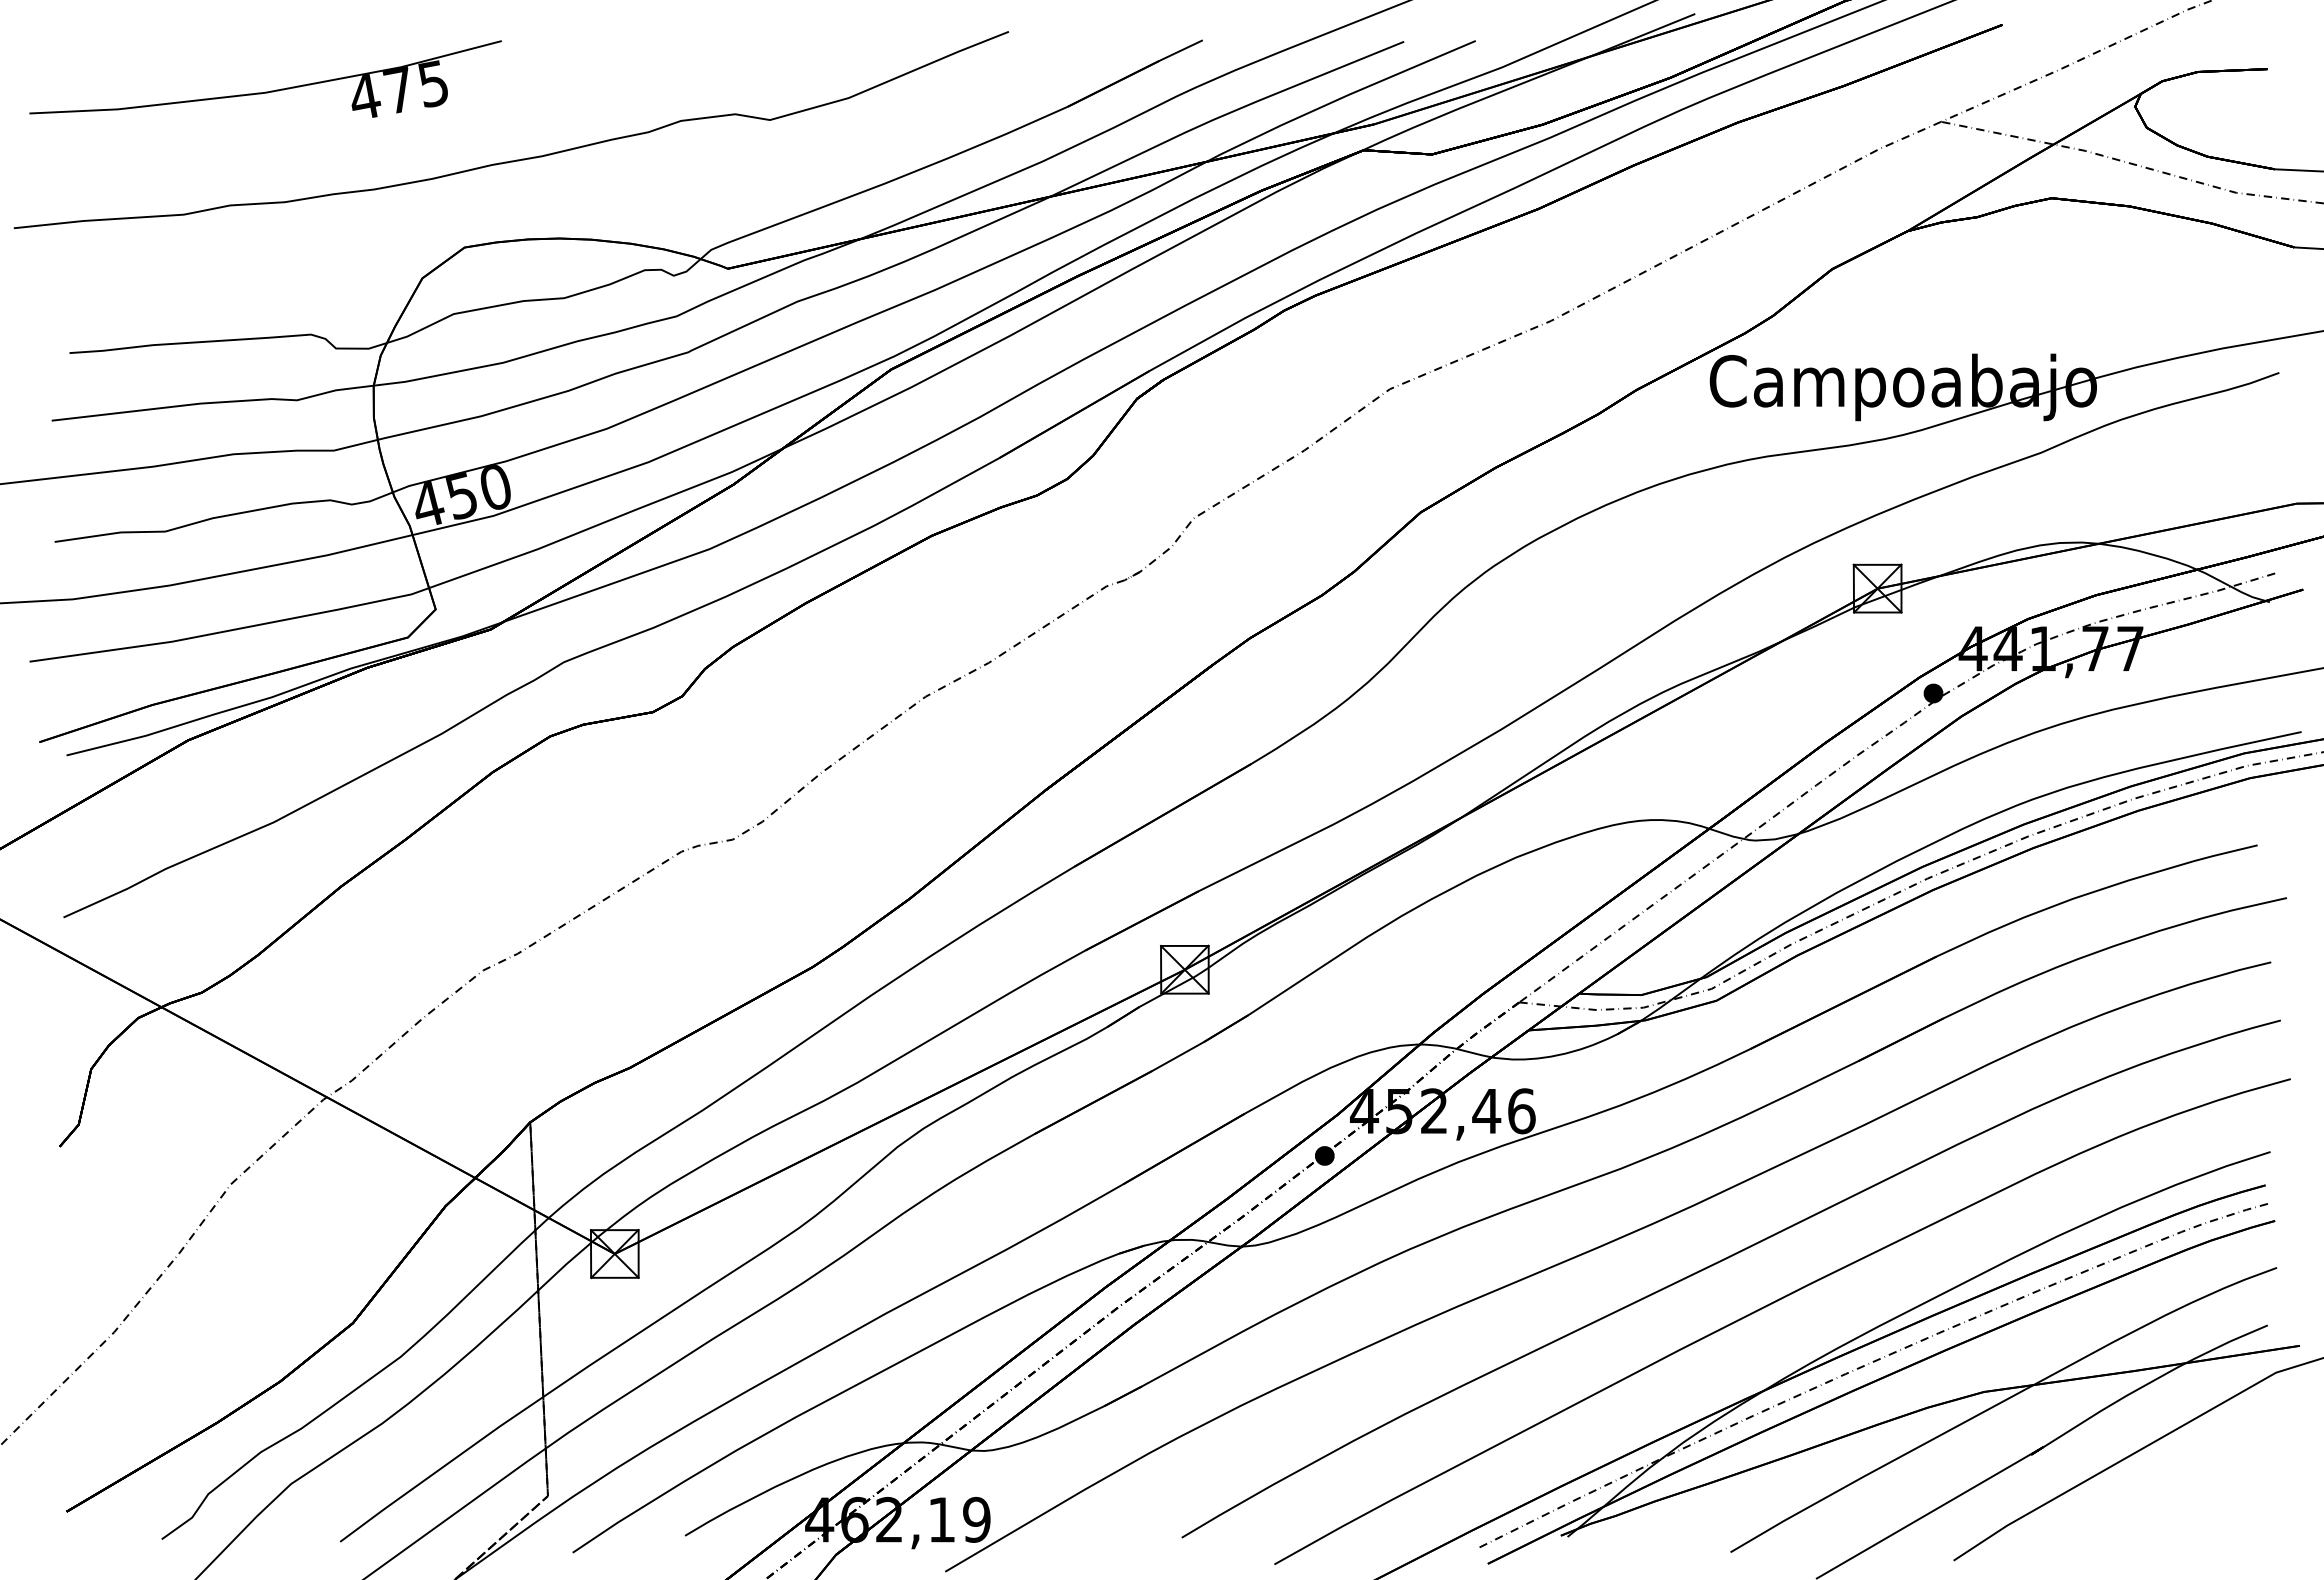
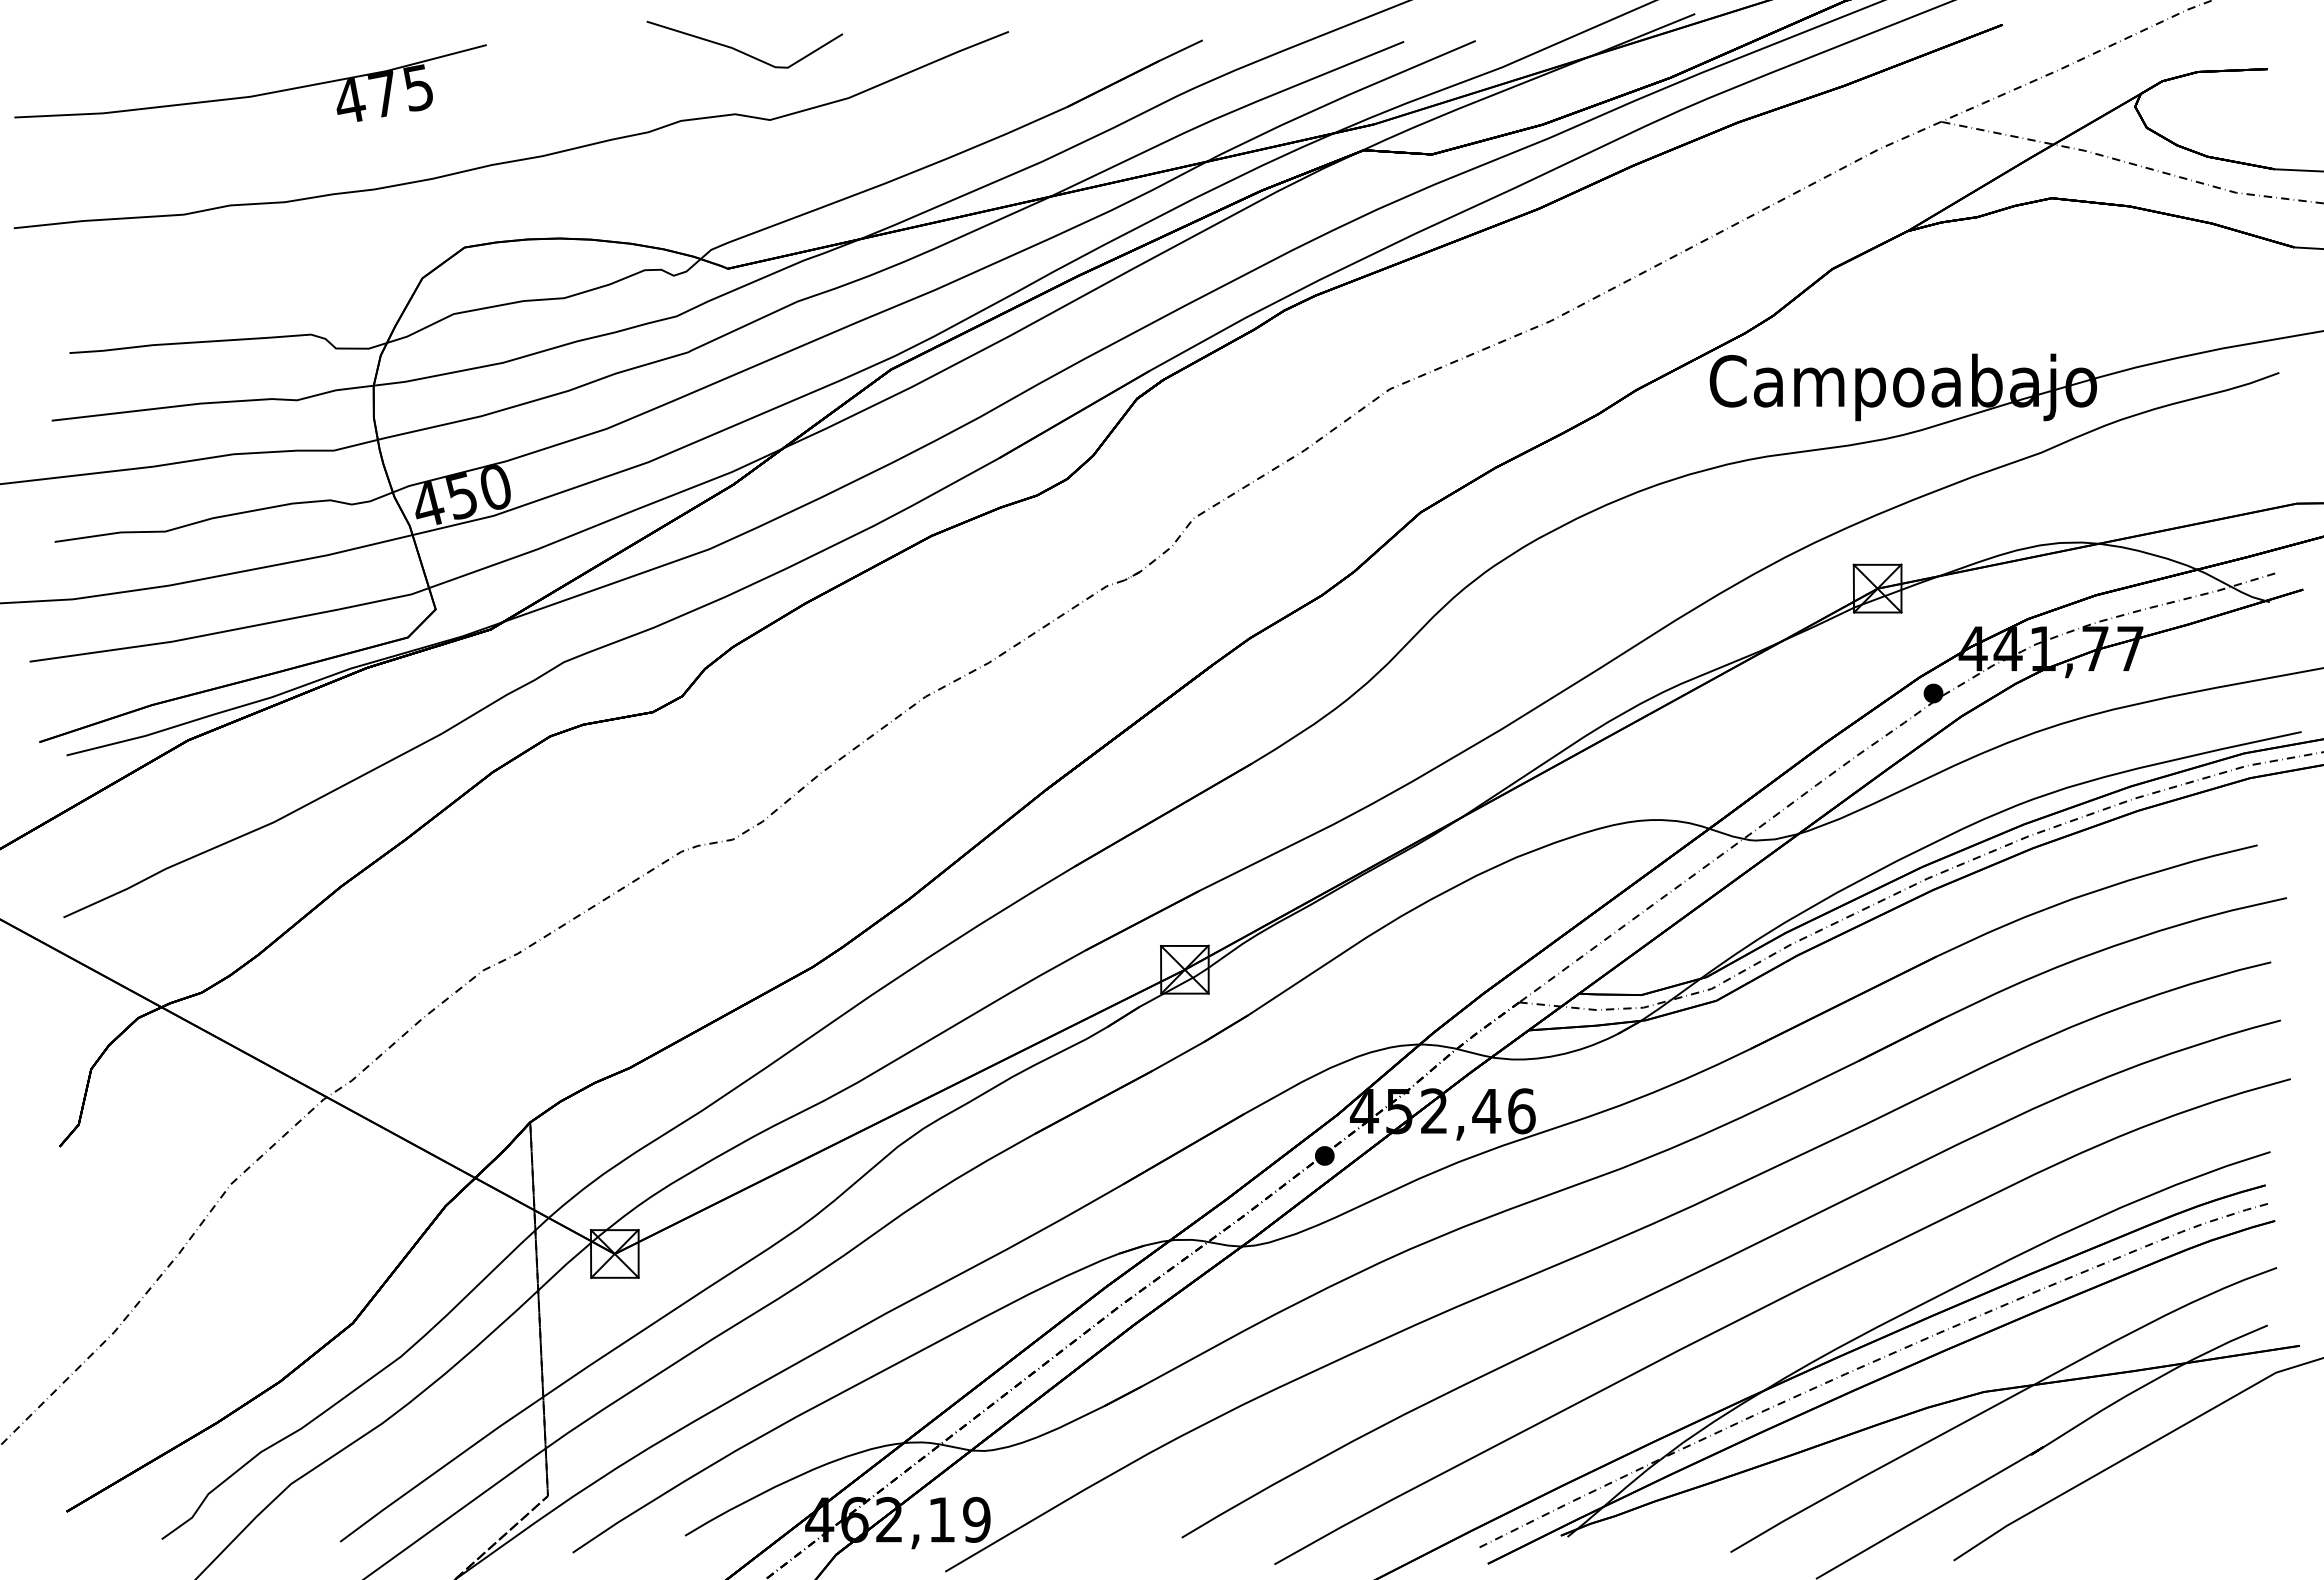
line at (740, 50): none -> present
part at (270, 90) position: (270, 90) -> (255, 94)
